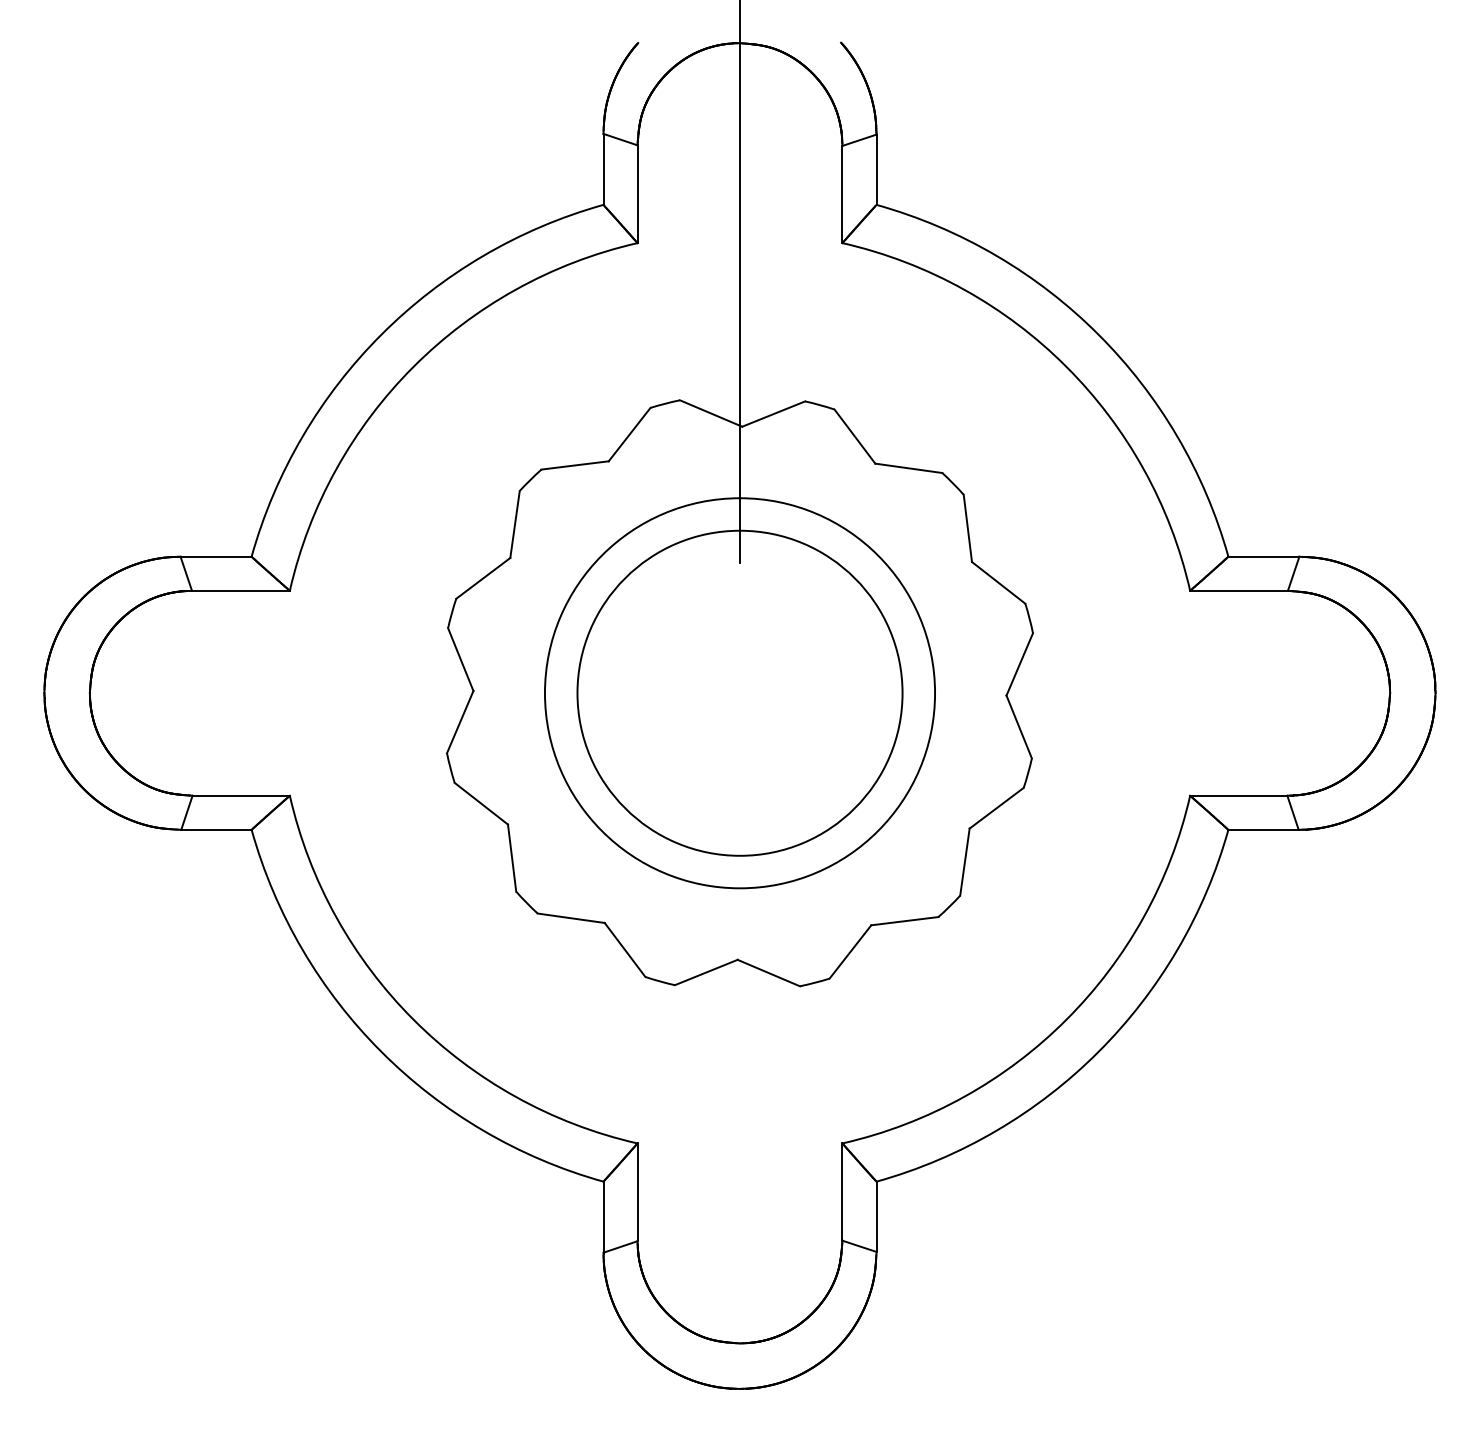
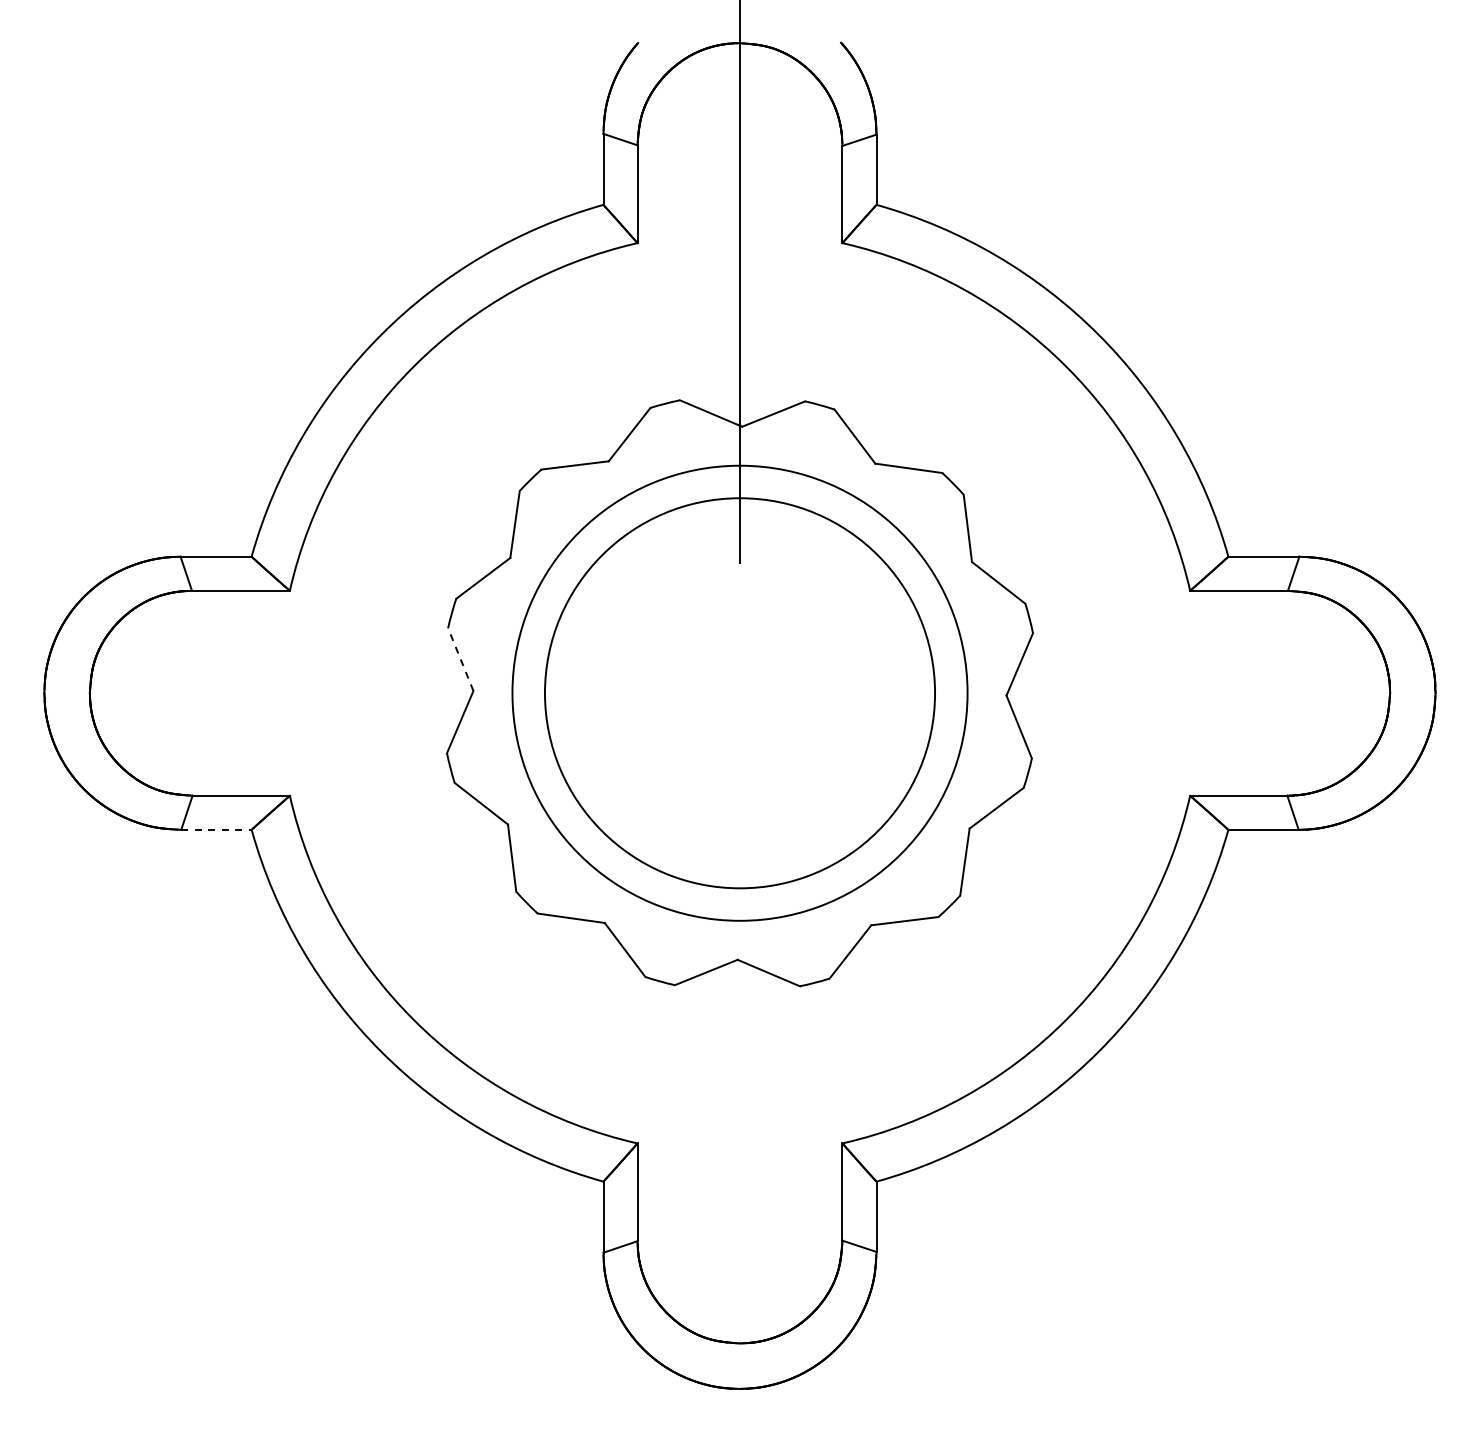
line at (460, 659): solid -> dashed
circle at (739, 692) diameter: 325 px -> 455 px
line at (216, 829): solid -> dashed
